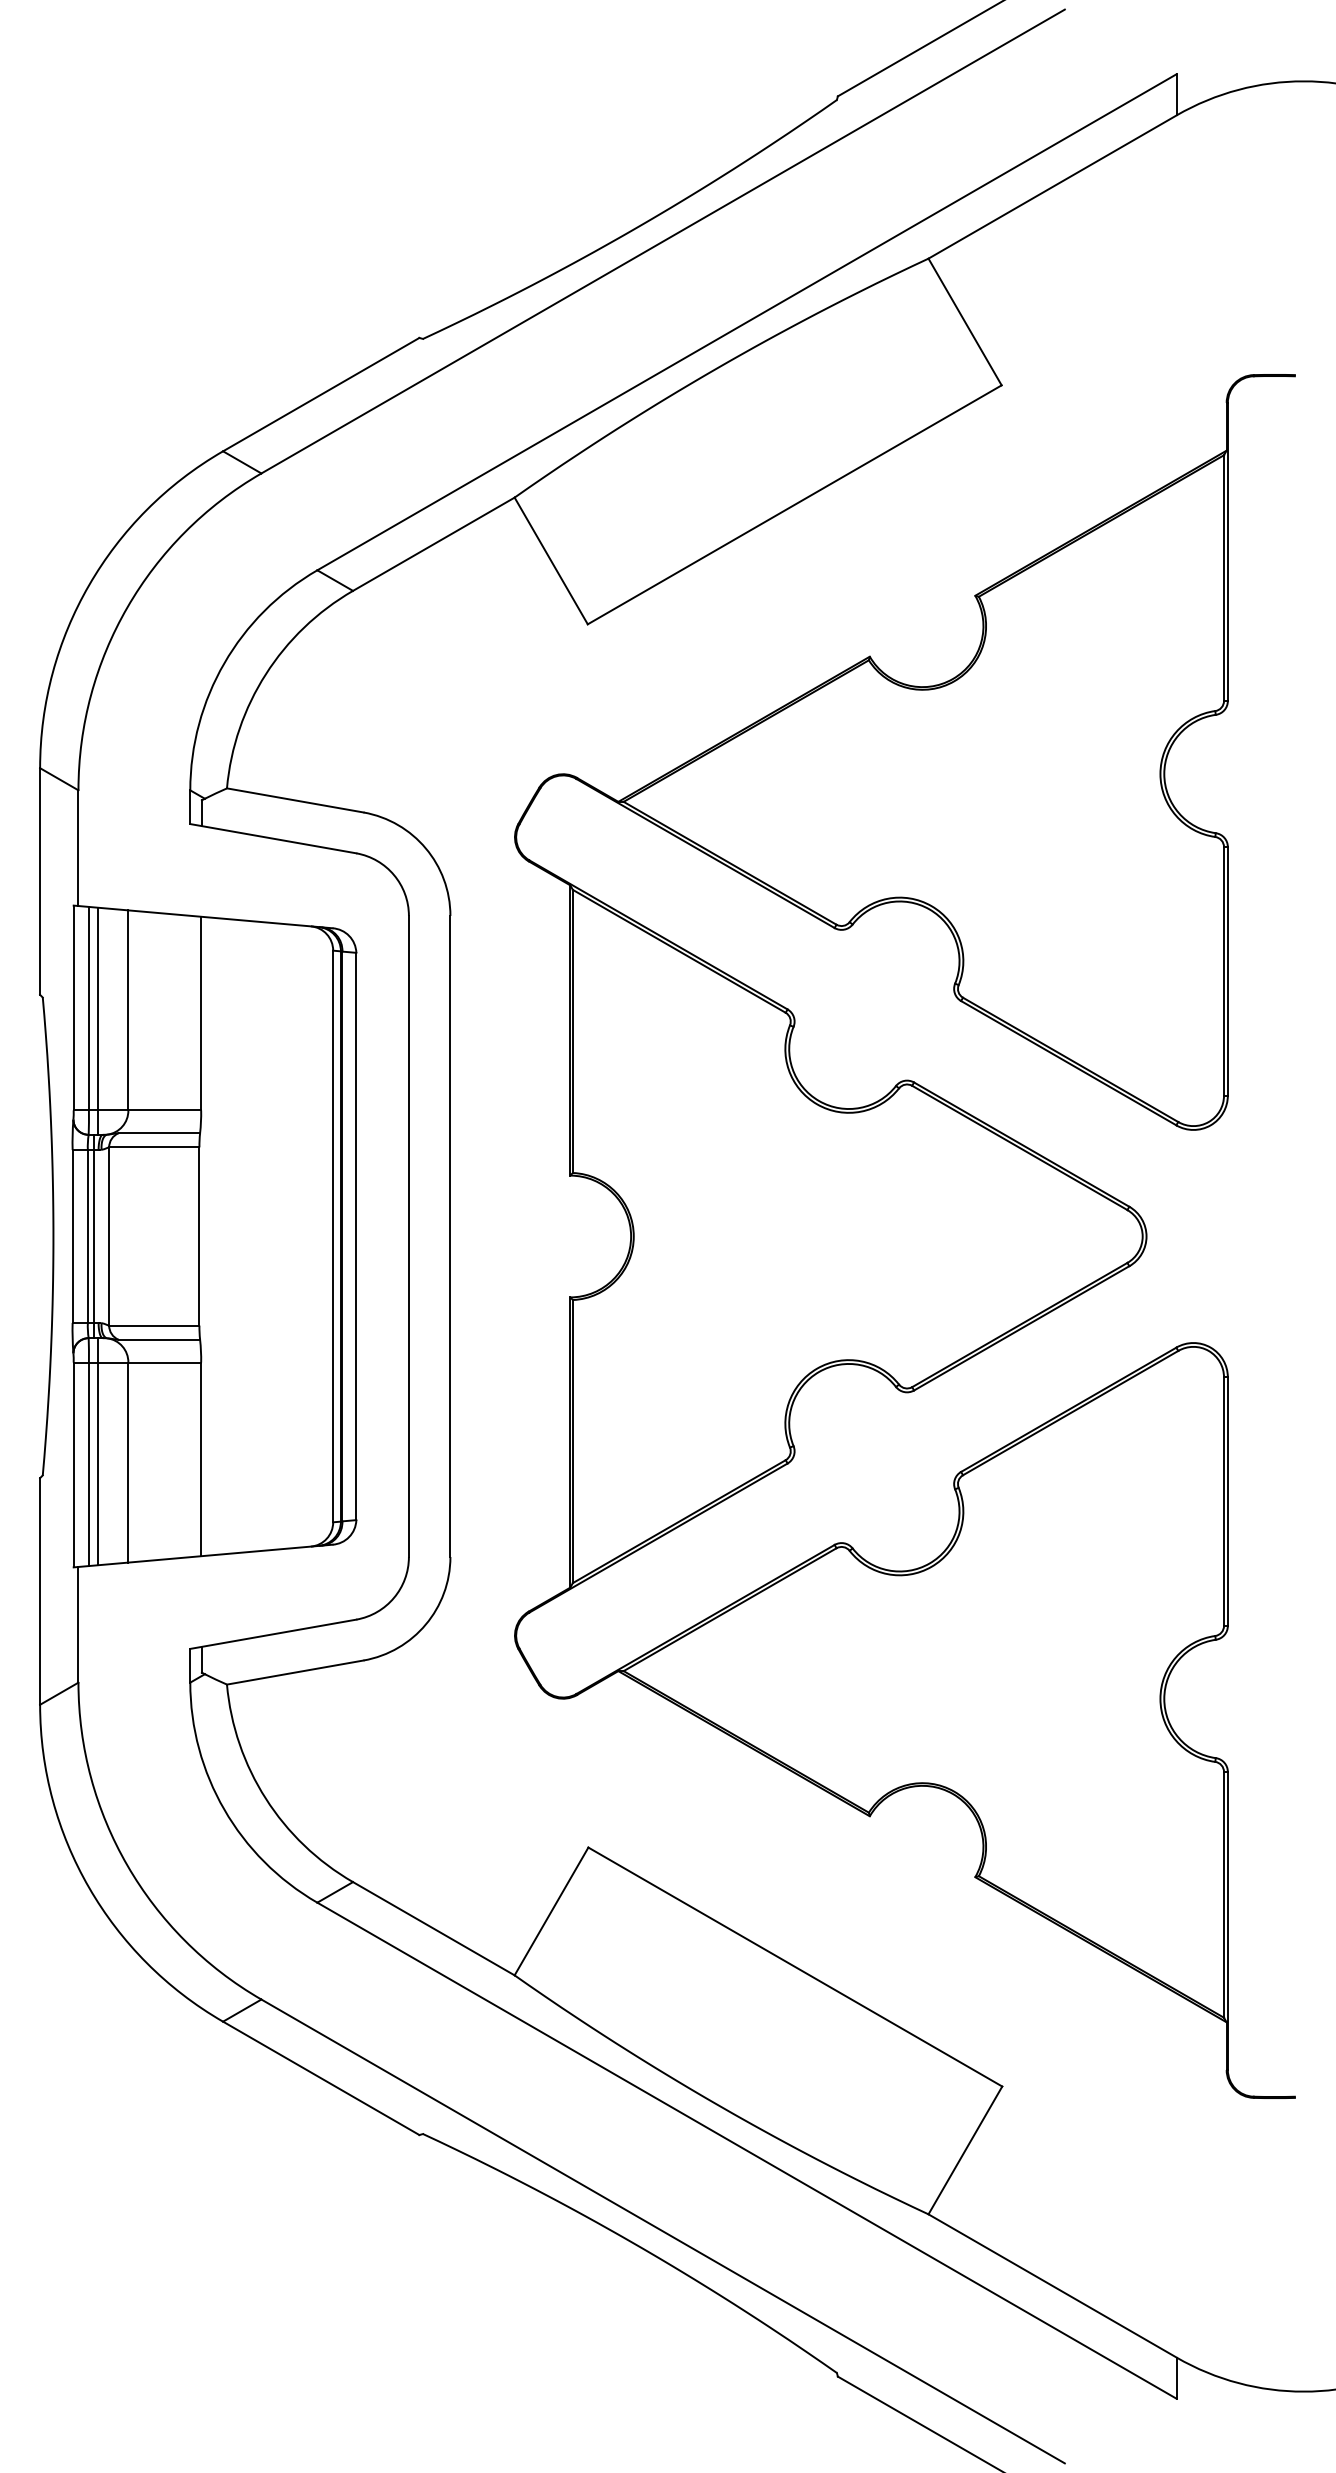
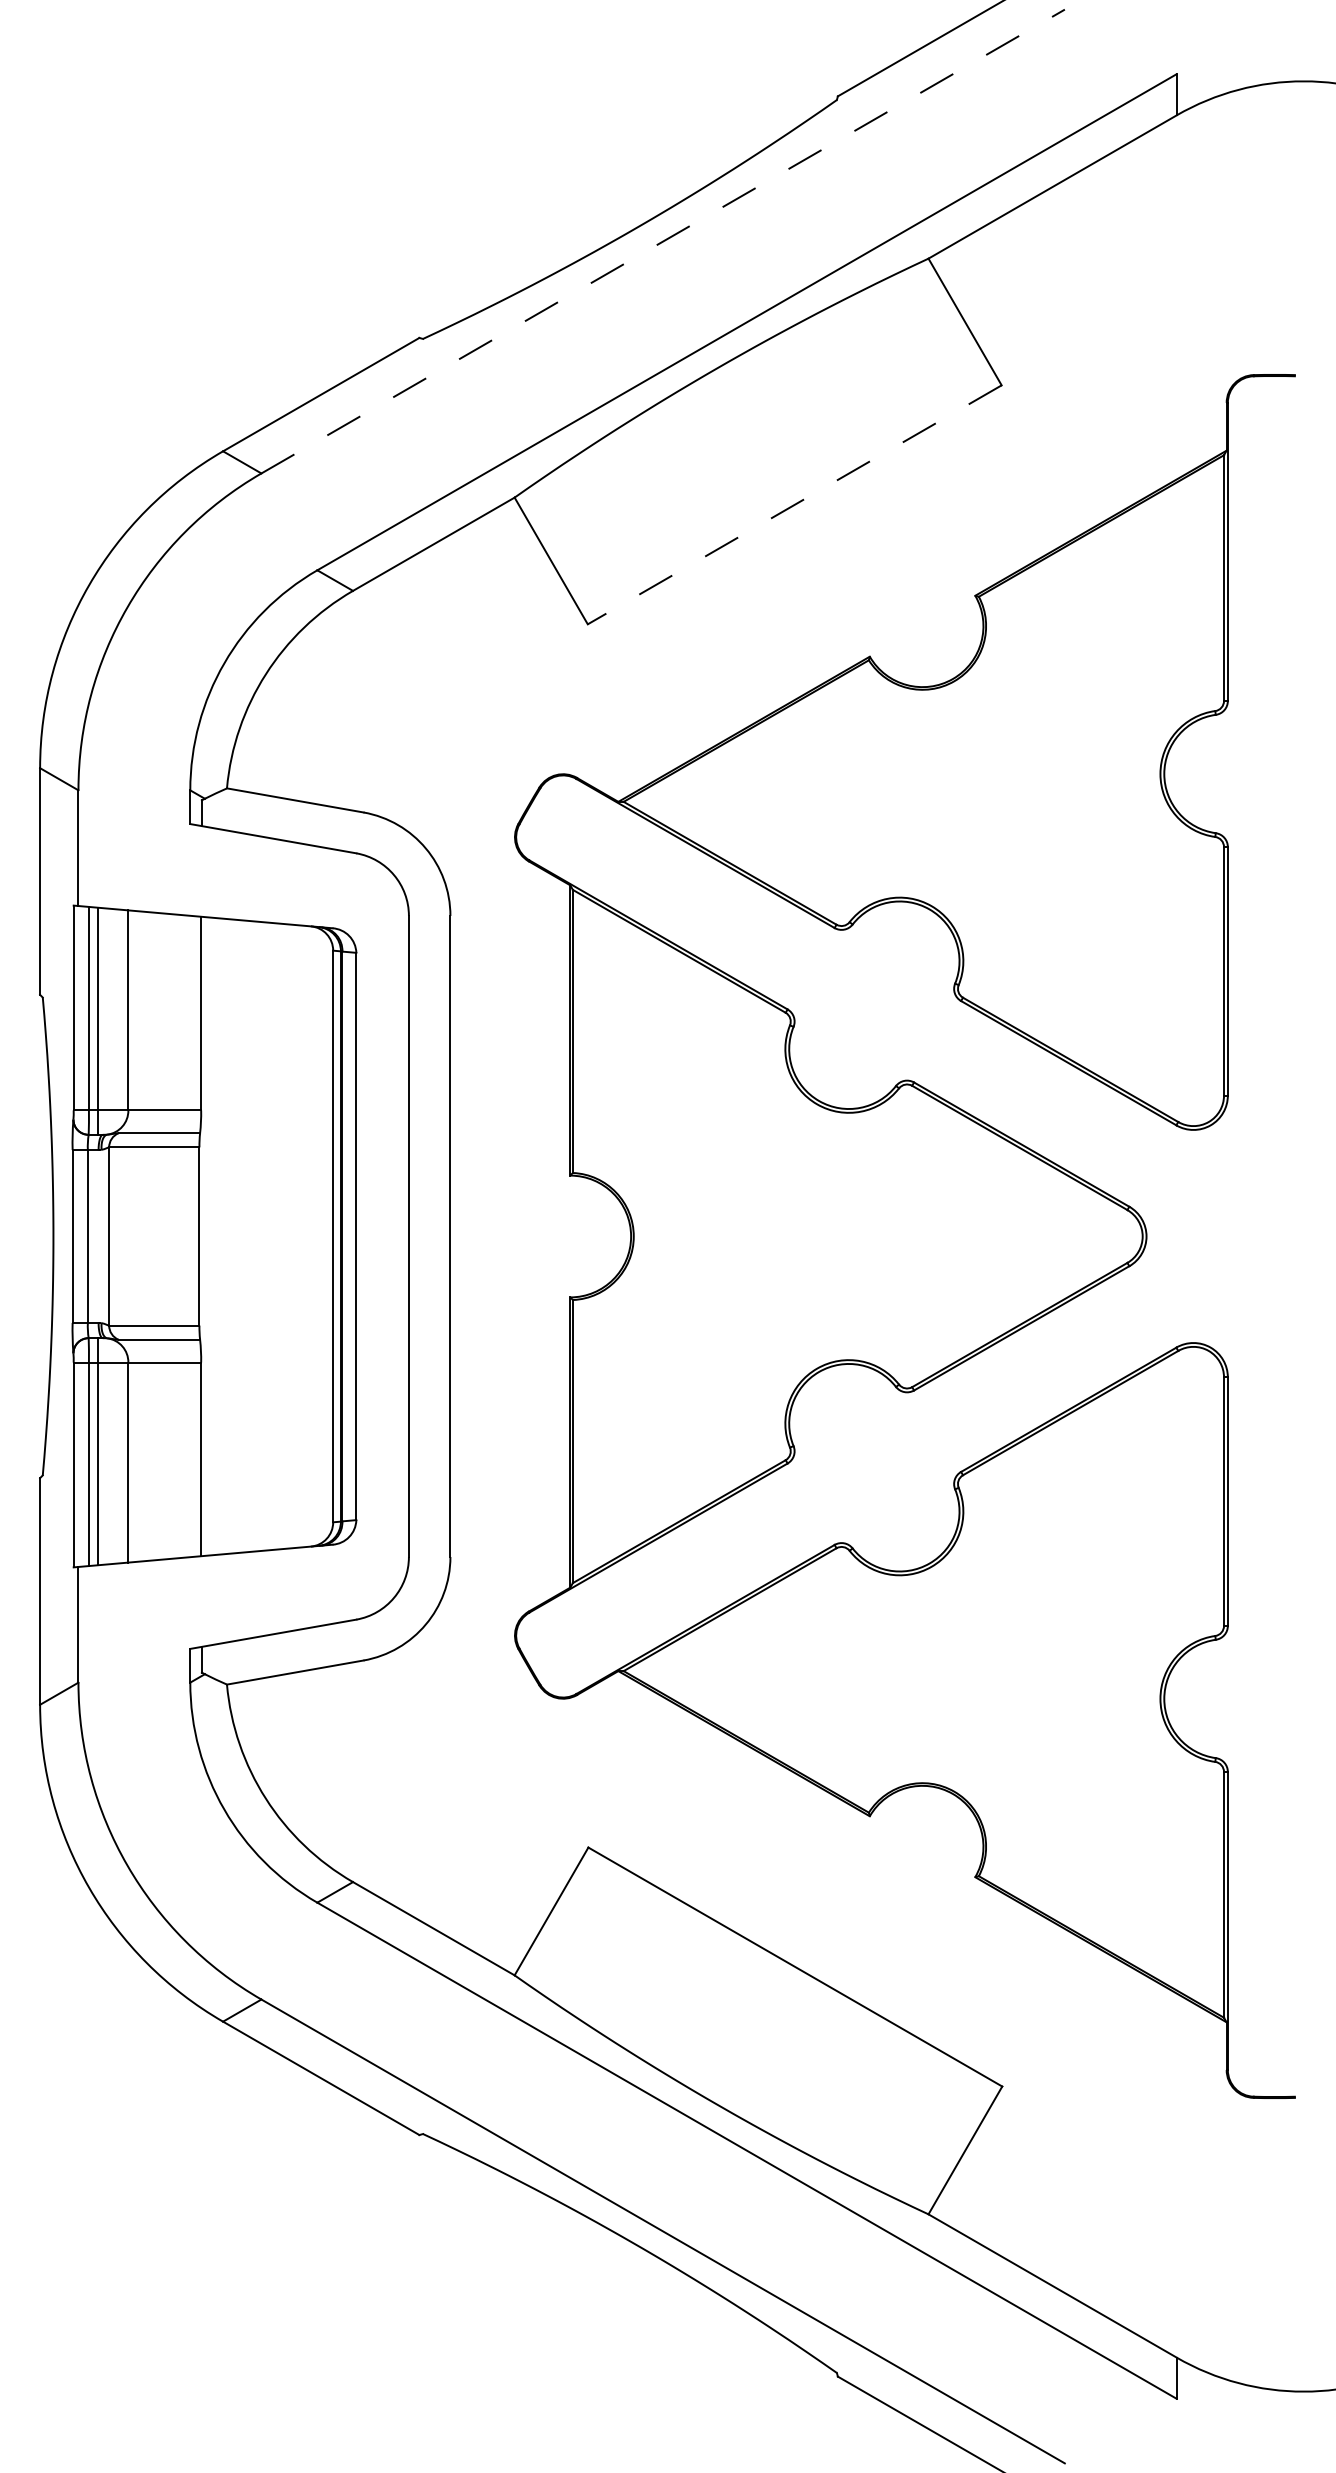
line at (663, 241): solid -> dashed
line at (794, 504): solid -> dashed
line at (94, 1236): present -> none
